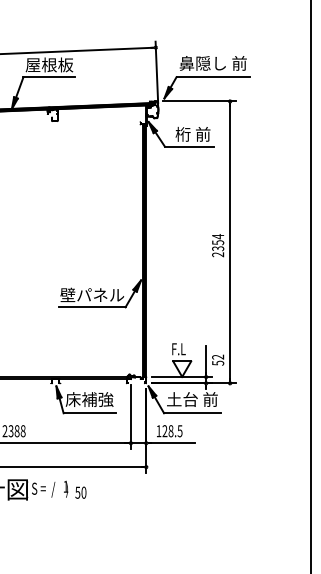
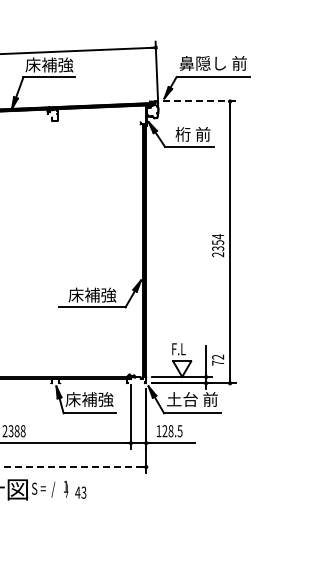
text at (49, 64): 屋根板 -> 床補強
line at (199, 101): solid -> dashed
line at (311, 286): present -> none
text at (92, 294): 壁パネル -> 床補強
text at (218, 362): 52 -> 72
line at (71, 467): solid -> dashed
text at (80, 492): 50 -> 43
